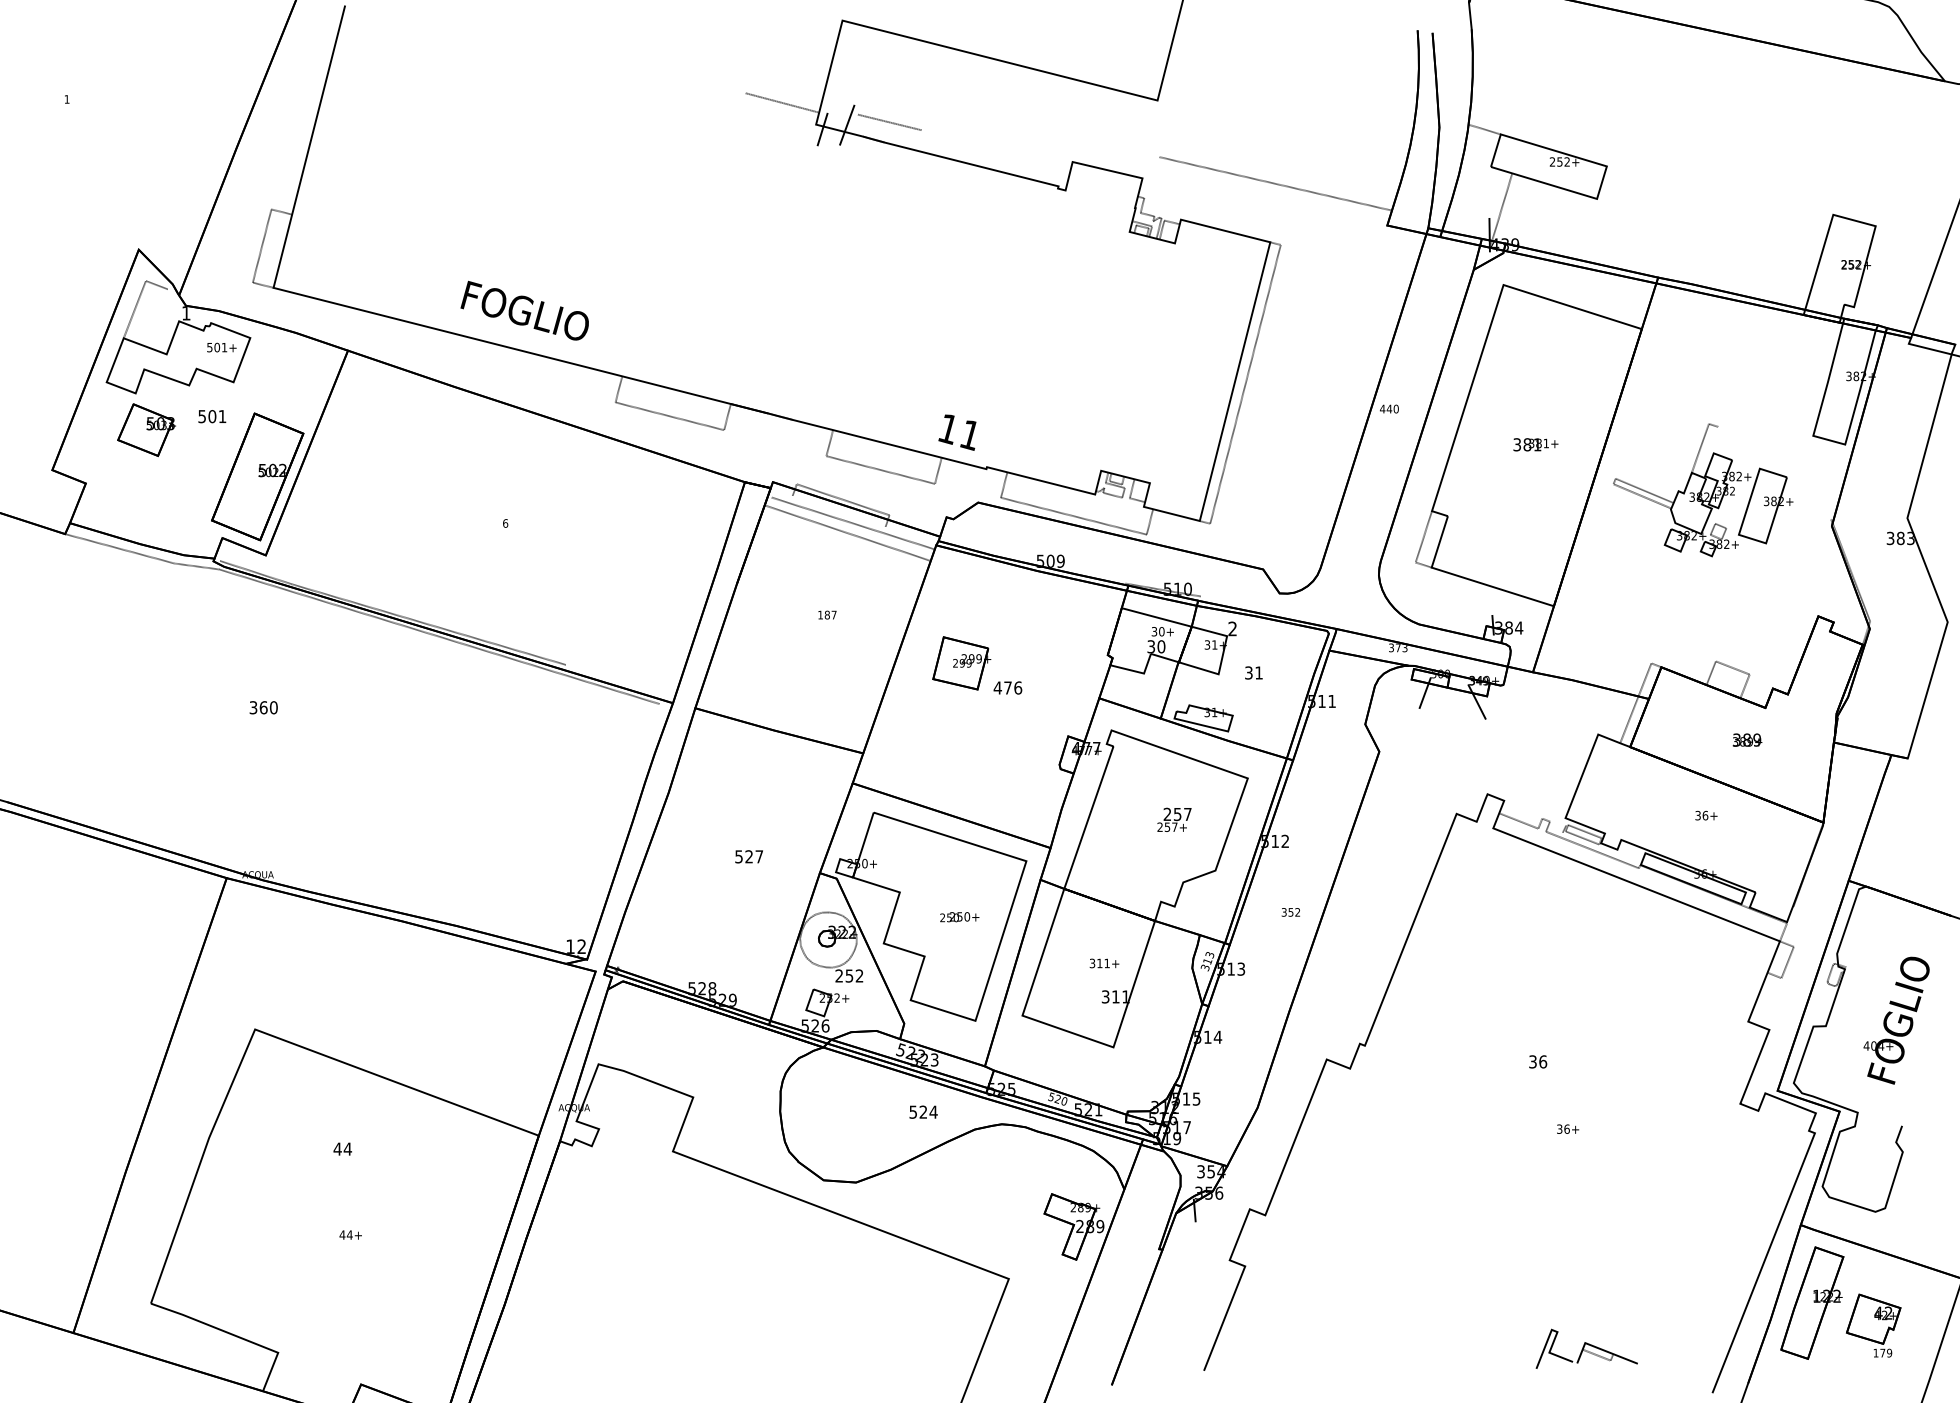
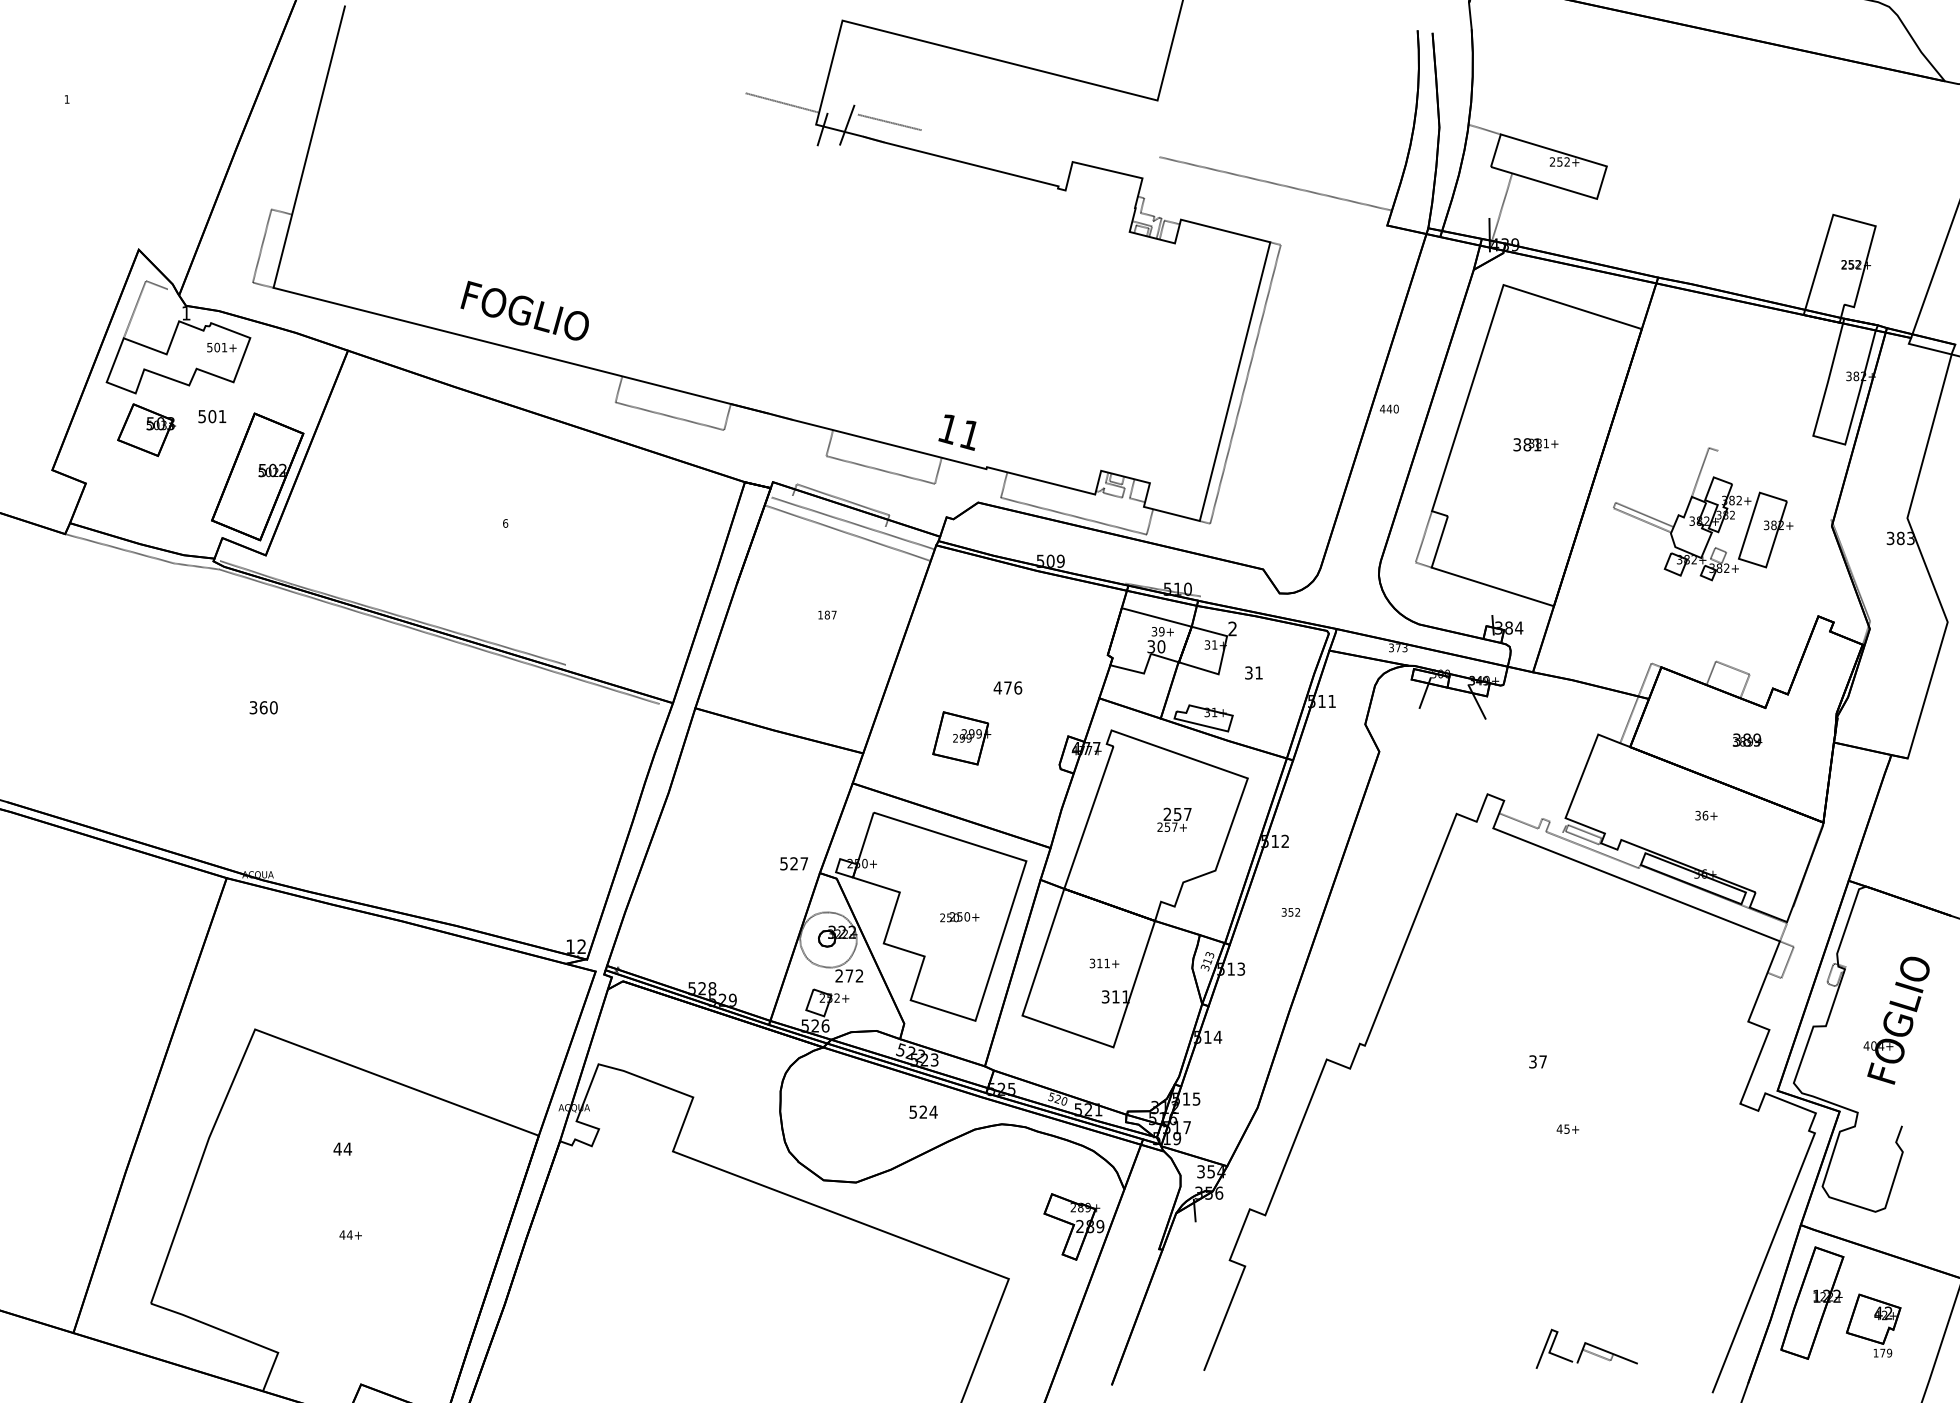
part at (1703, 490) position: (1703, 490) -> (1703, 514)
text at (1161, 631): 30+ -> 39+
part at (961, 663) position: (961, 663) -> (961, 738)
text at (748, 856) position: (748, 856) -> (793, 863)
text at (849, 975): 252 -> 272
text at (1543, 1061): 36 -> 37
text at (1562, 1128): 36+ -> 45+
